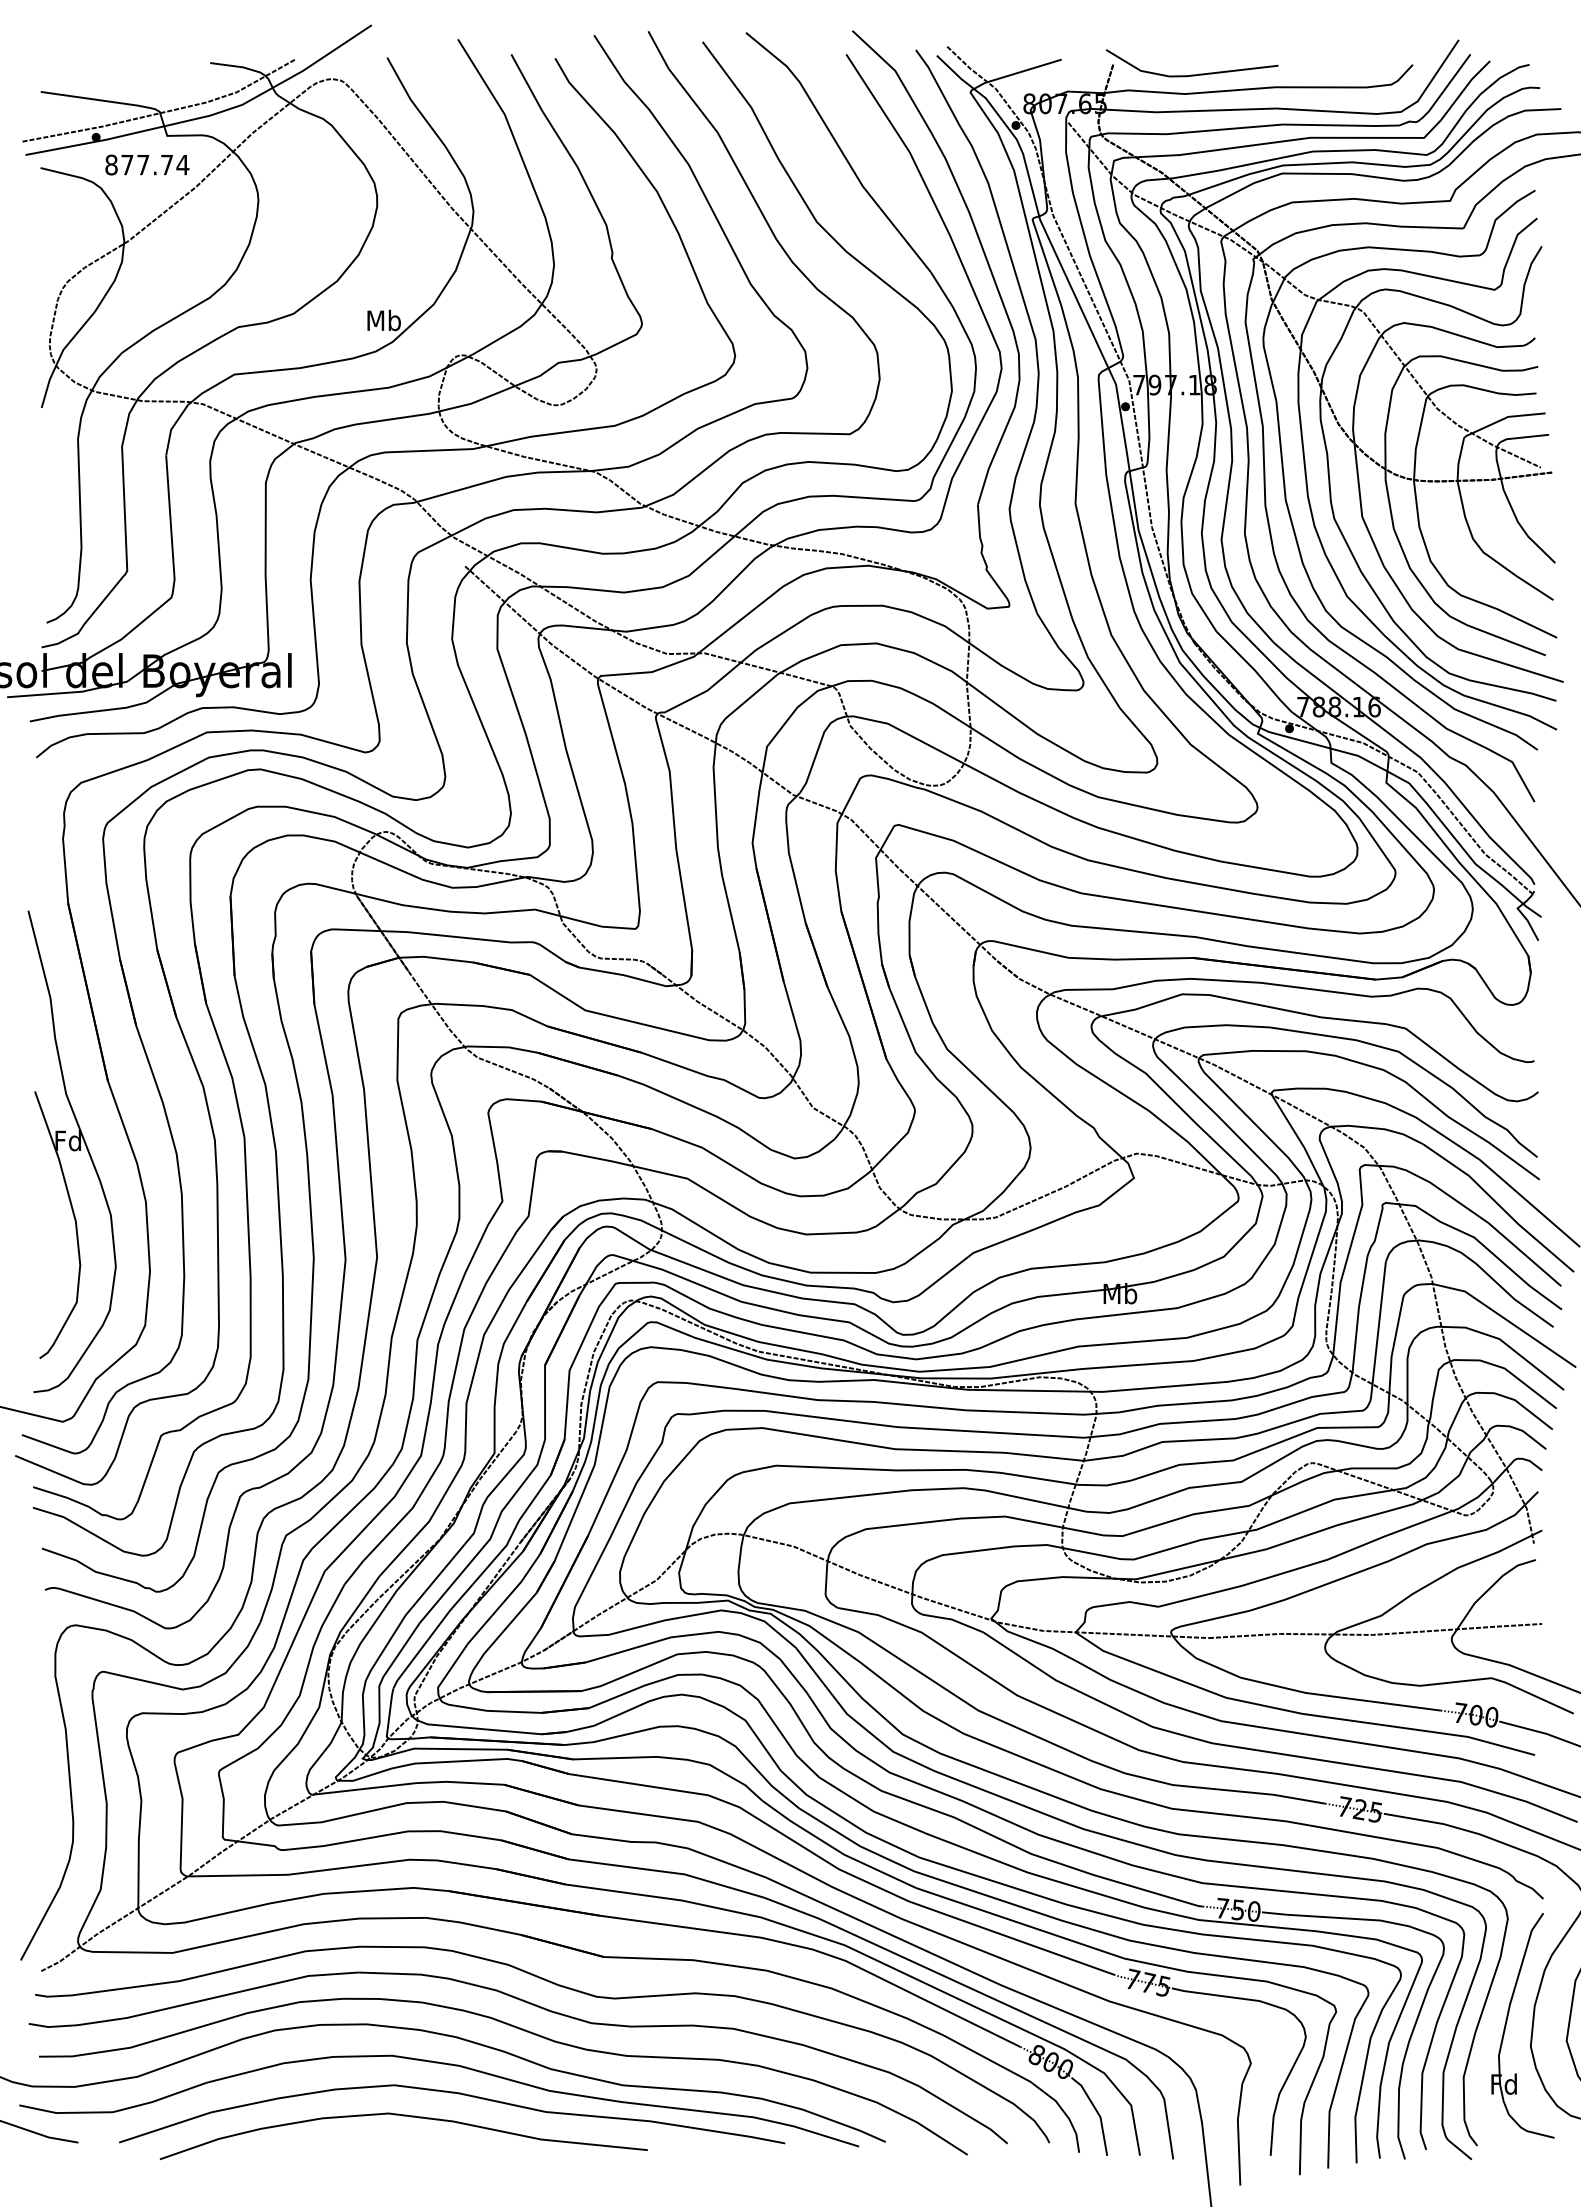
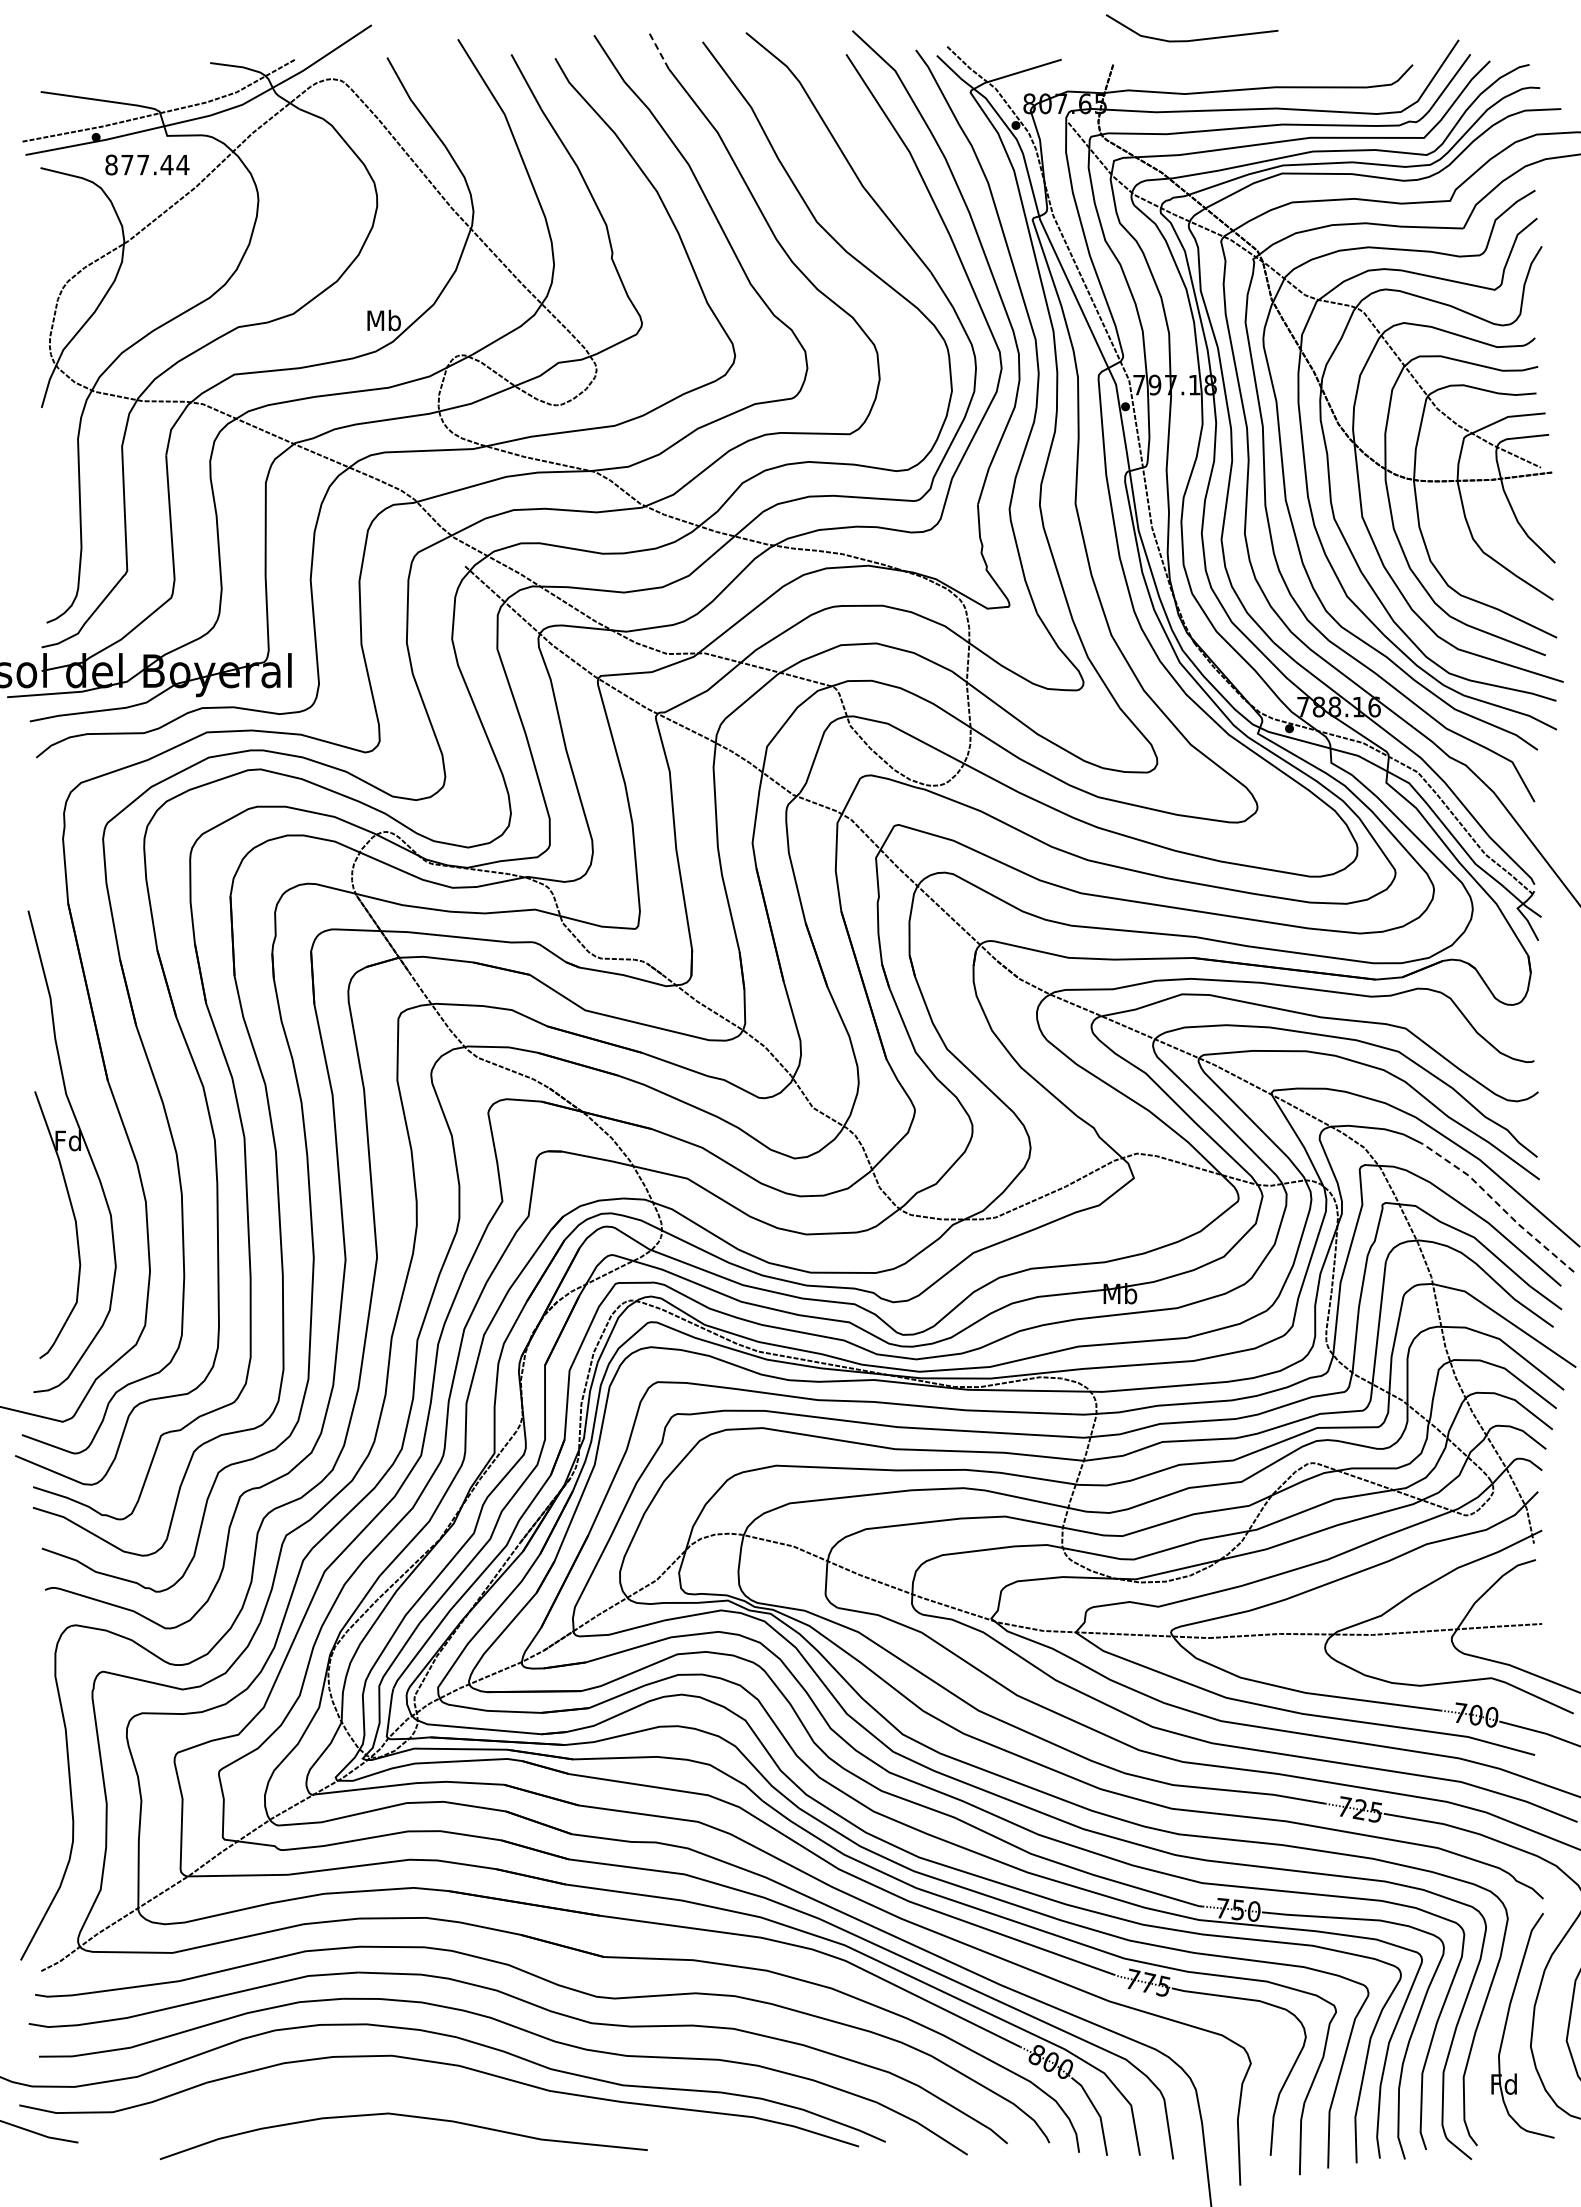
line at (658, 49): solid -> dashed
line at (1191, 74) position: (1191, 74) -> (1191, 39)
text at (166, 165): 877.74 -> 877.44
line at (1500, 1206): solid -> dashed
curve at (458, 2094): present -> none
